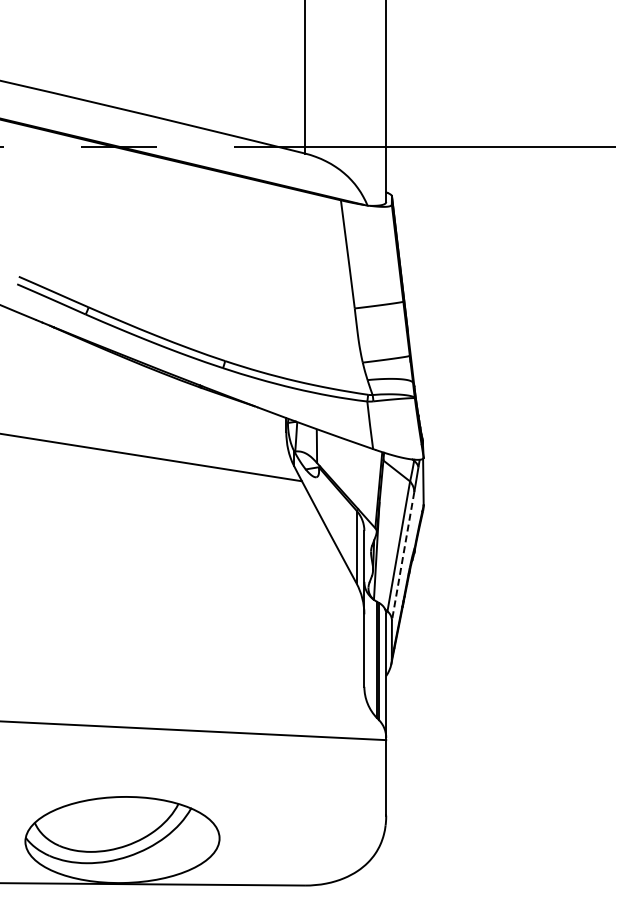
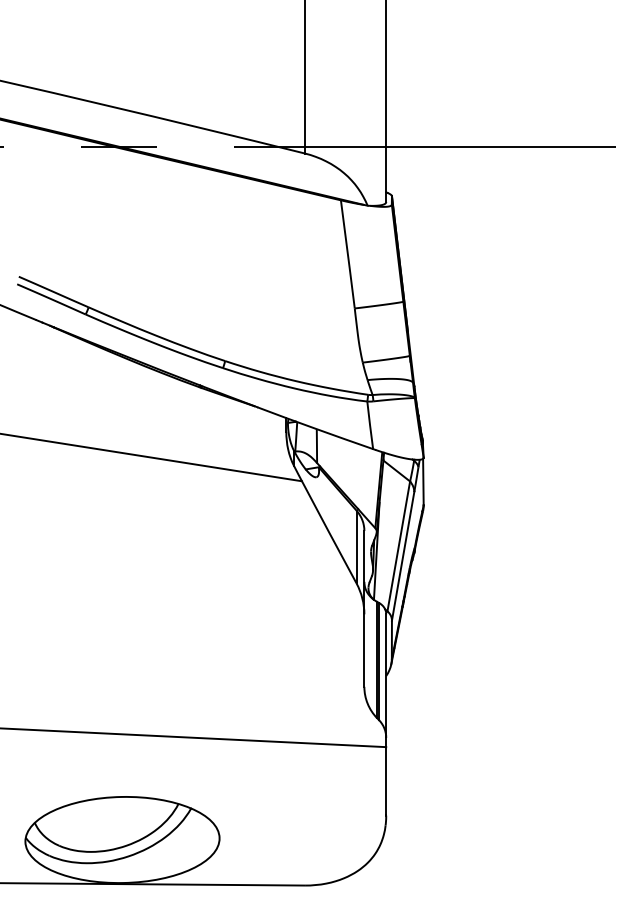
line at (403, 556): dashed -> solid
line at (194, 730) position: (194, 730) -> (194, 737)
